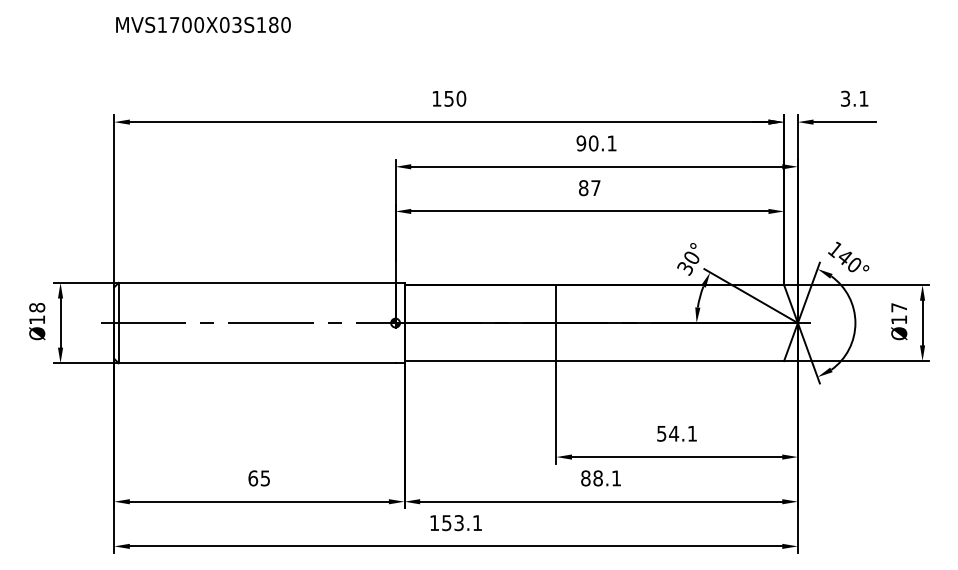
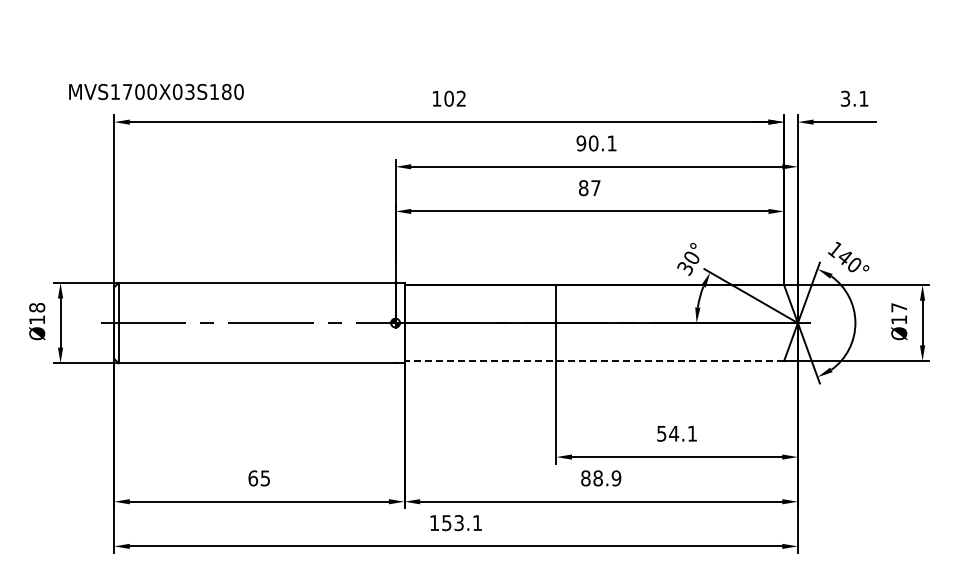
text at (203, 24) position: (203, 24) -> (156, 91)
text at (455, 98): 150 -> 102
line at (594, 361): solid -> dashed
text at (616, 478): 88.1 -> 88.9
